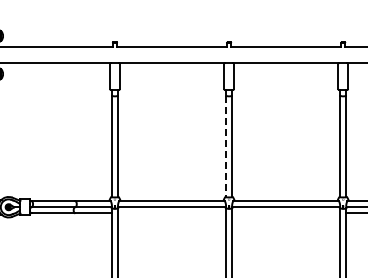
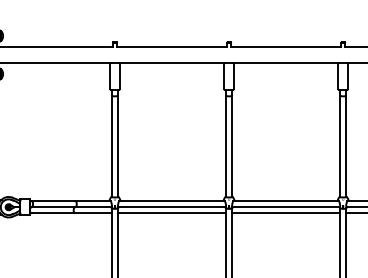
line at (226, 146): dashed -> solid
line at (172, 213): none -> present
line at (286, 213): none -> present
